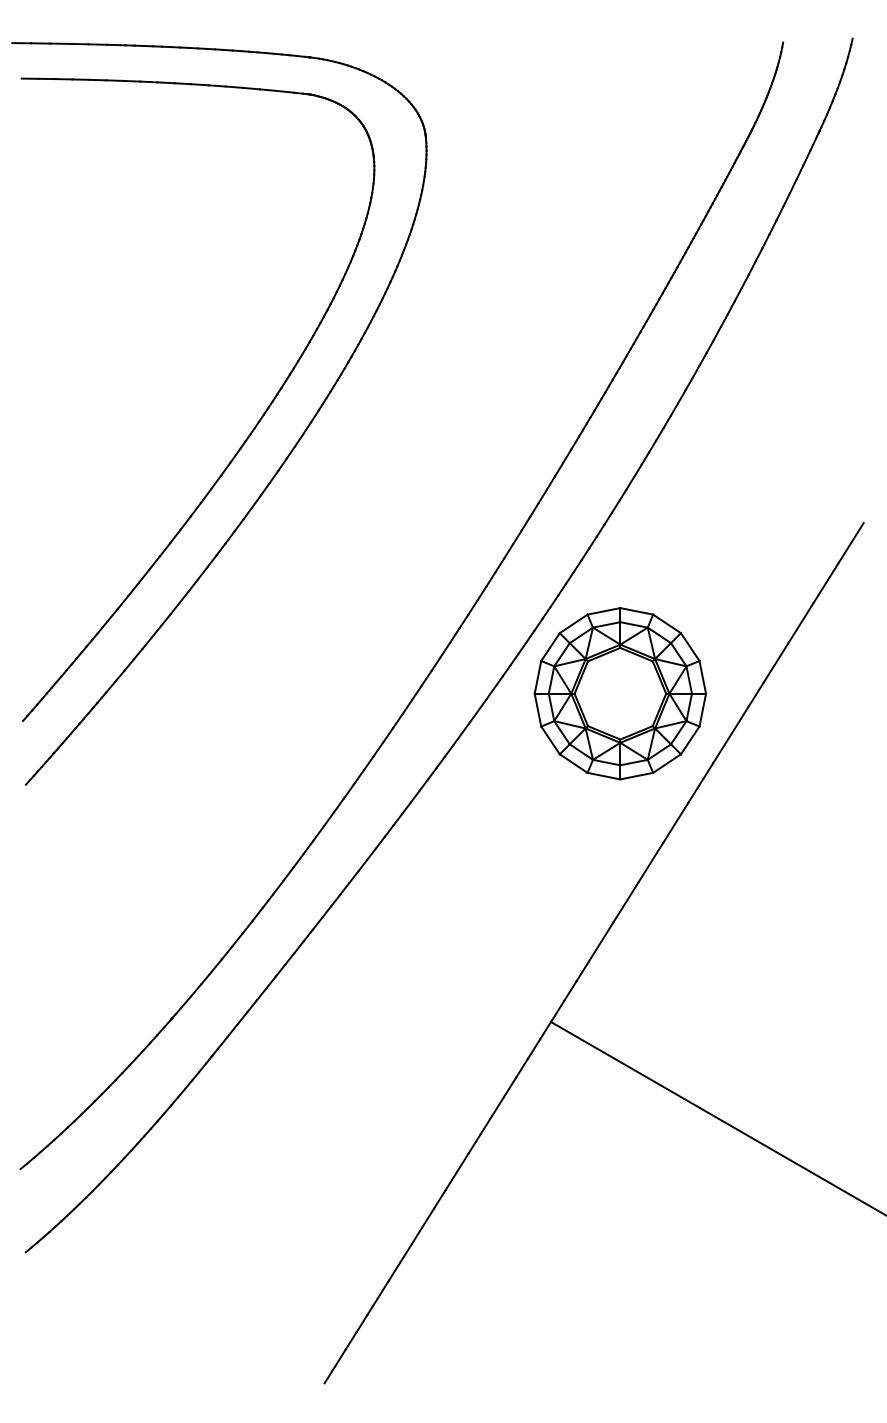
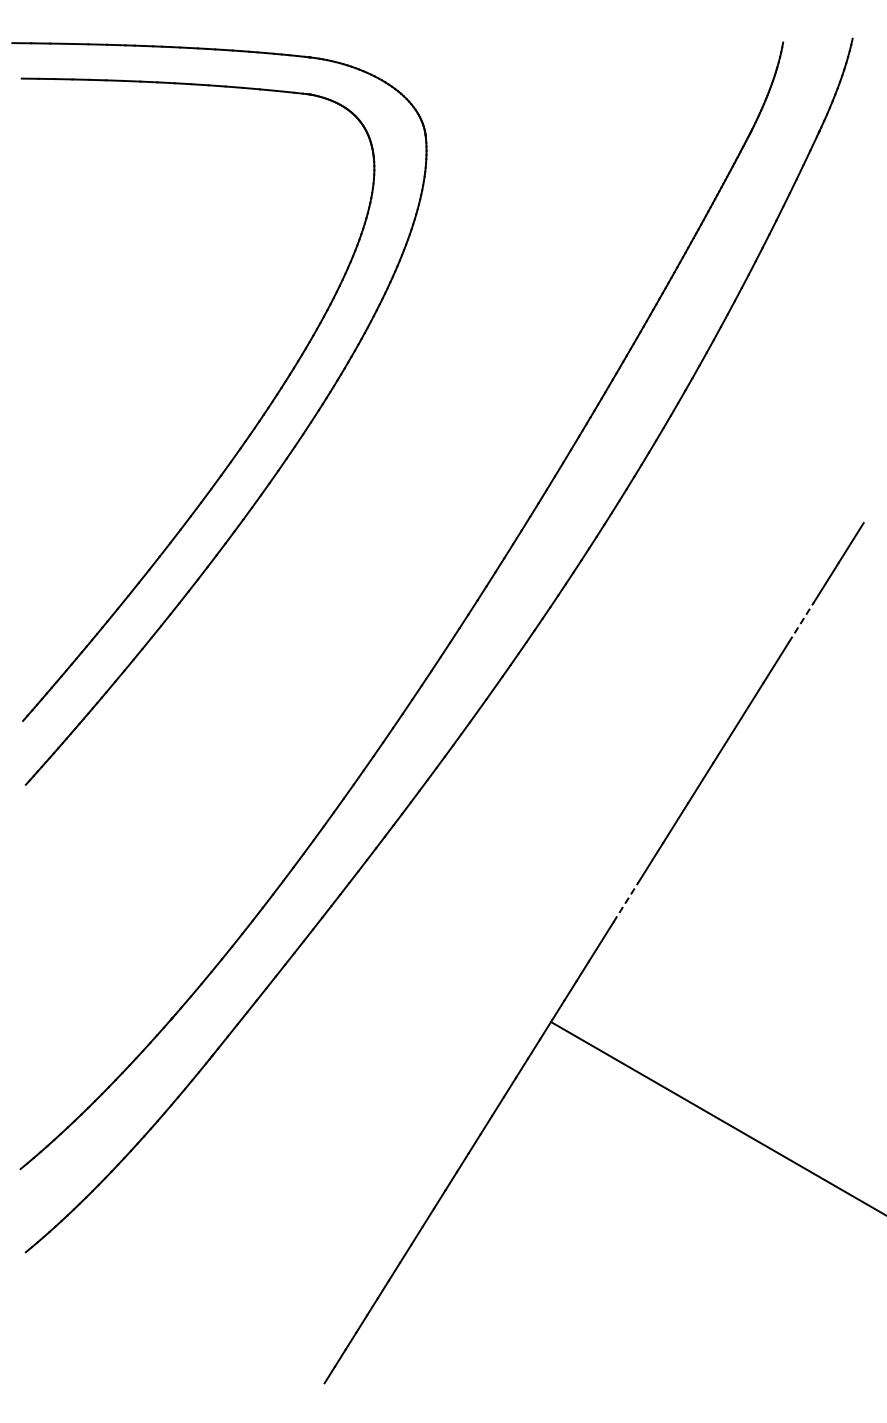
line at (801, 622): solid -> dashed
part at (619, 693): present -> none
line at (626, 902): solid -> dashed
